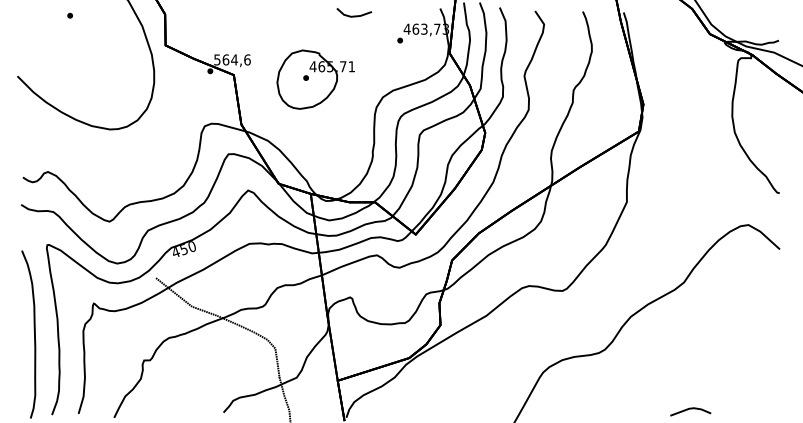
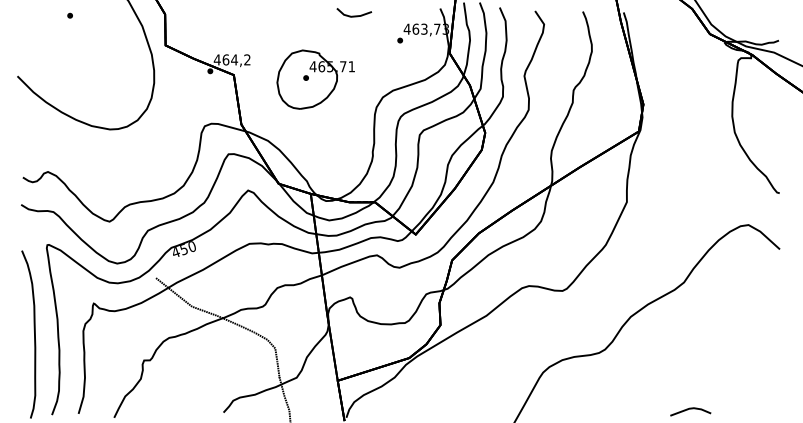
text at (231, 59): 564,6 -> 464,2
